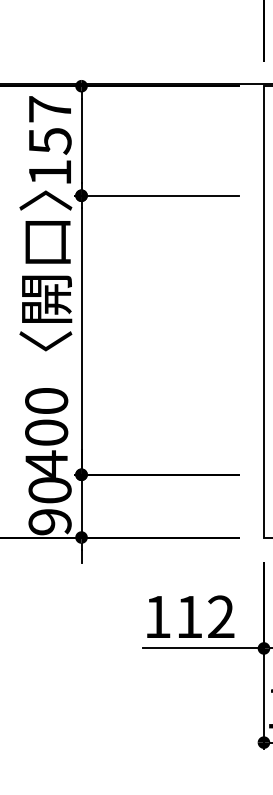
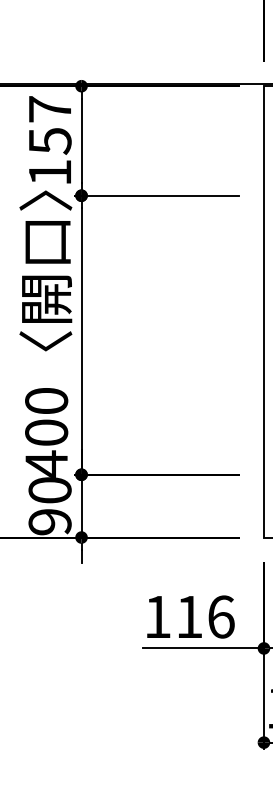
text at (221, 616): 112 -> 116
